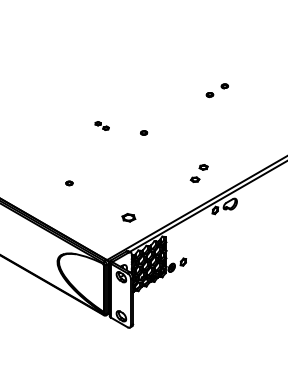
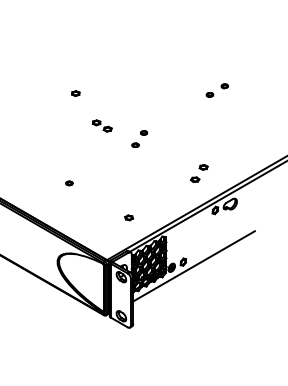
part at (75, 93): none -> present
part at (101, 125) size: 16x10 px -> 22x14 px
part at (135, 144): none -> present
part at (128, 217) size: 16x10 px -> 11x8 px
line at (193, 266): none -> present
